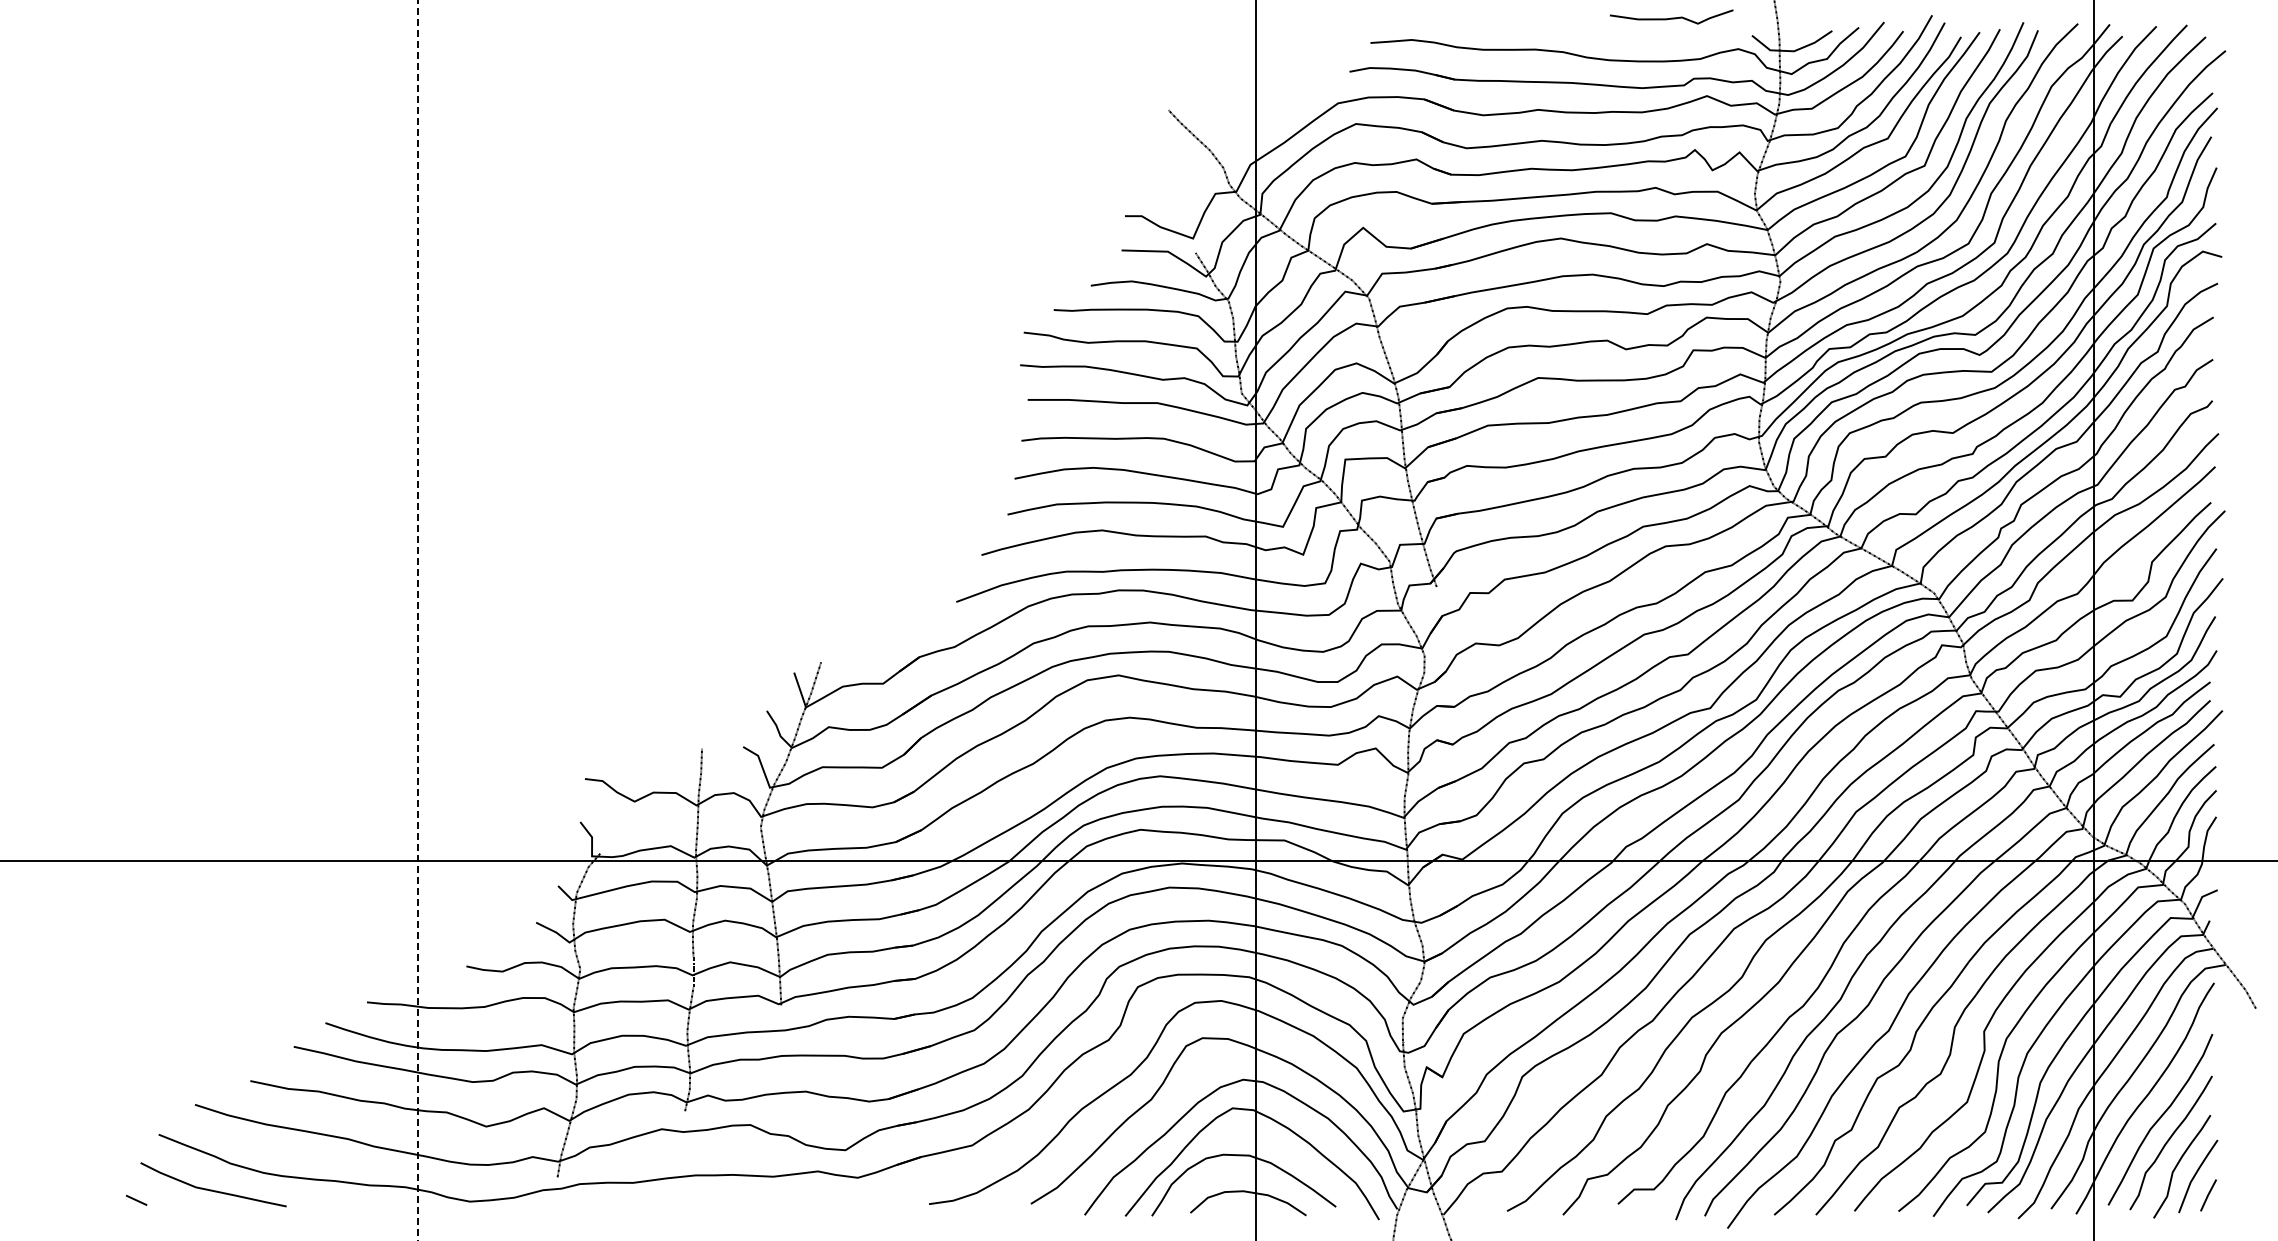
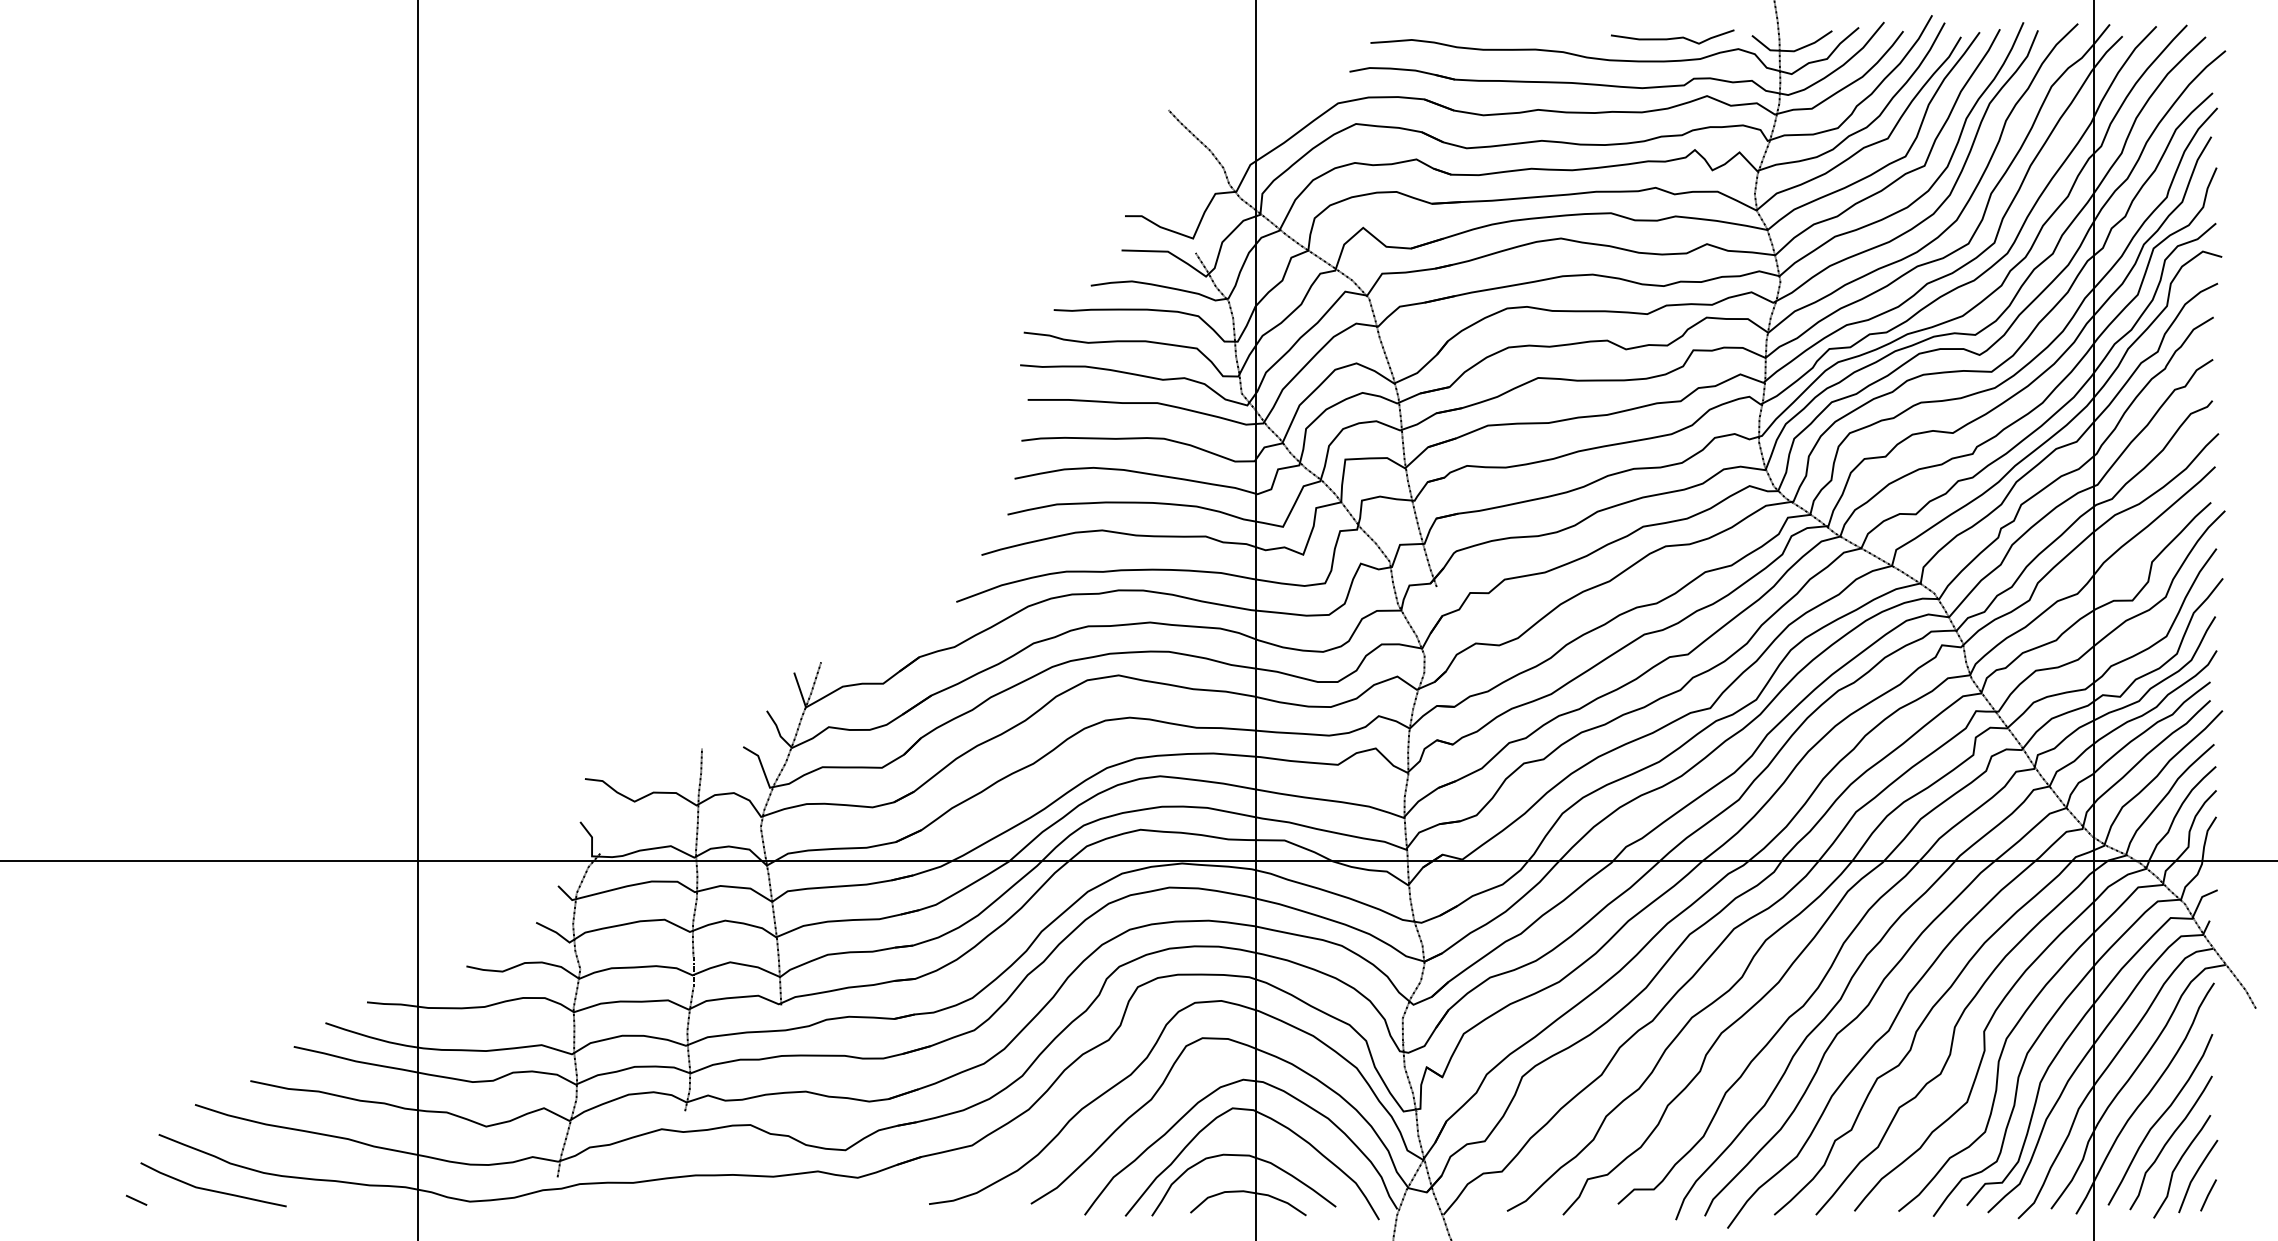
curve at (1671, 17) position: (1671, 17) -> (1672, 37)
line at (417, 621): dashed -> solid
